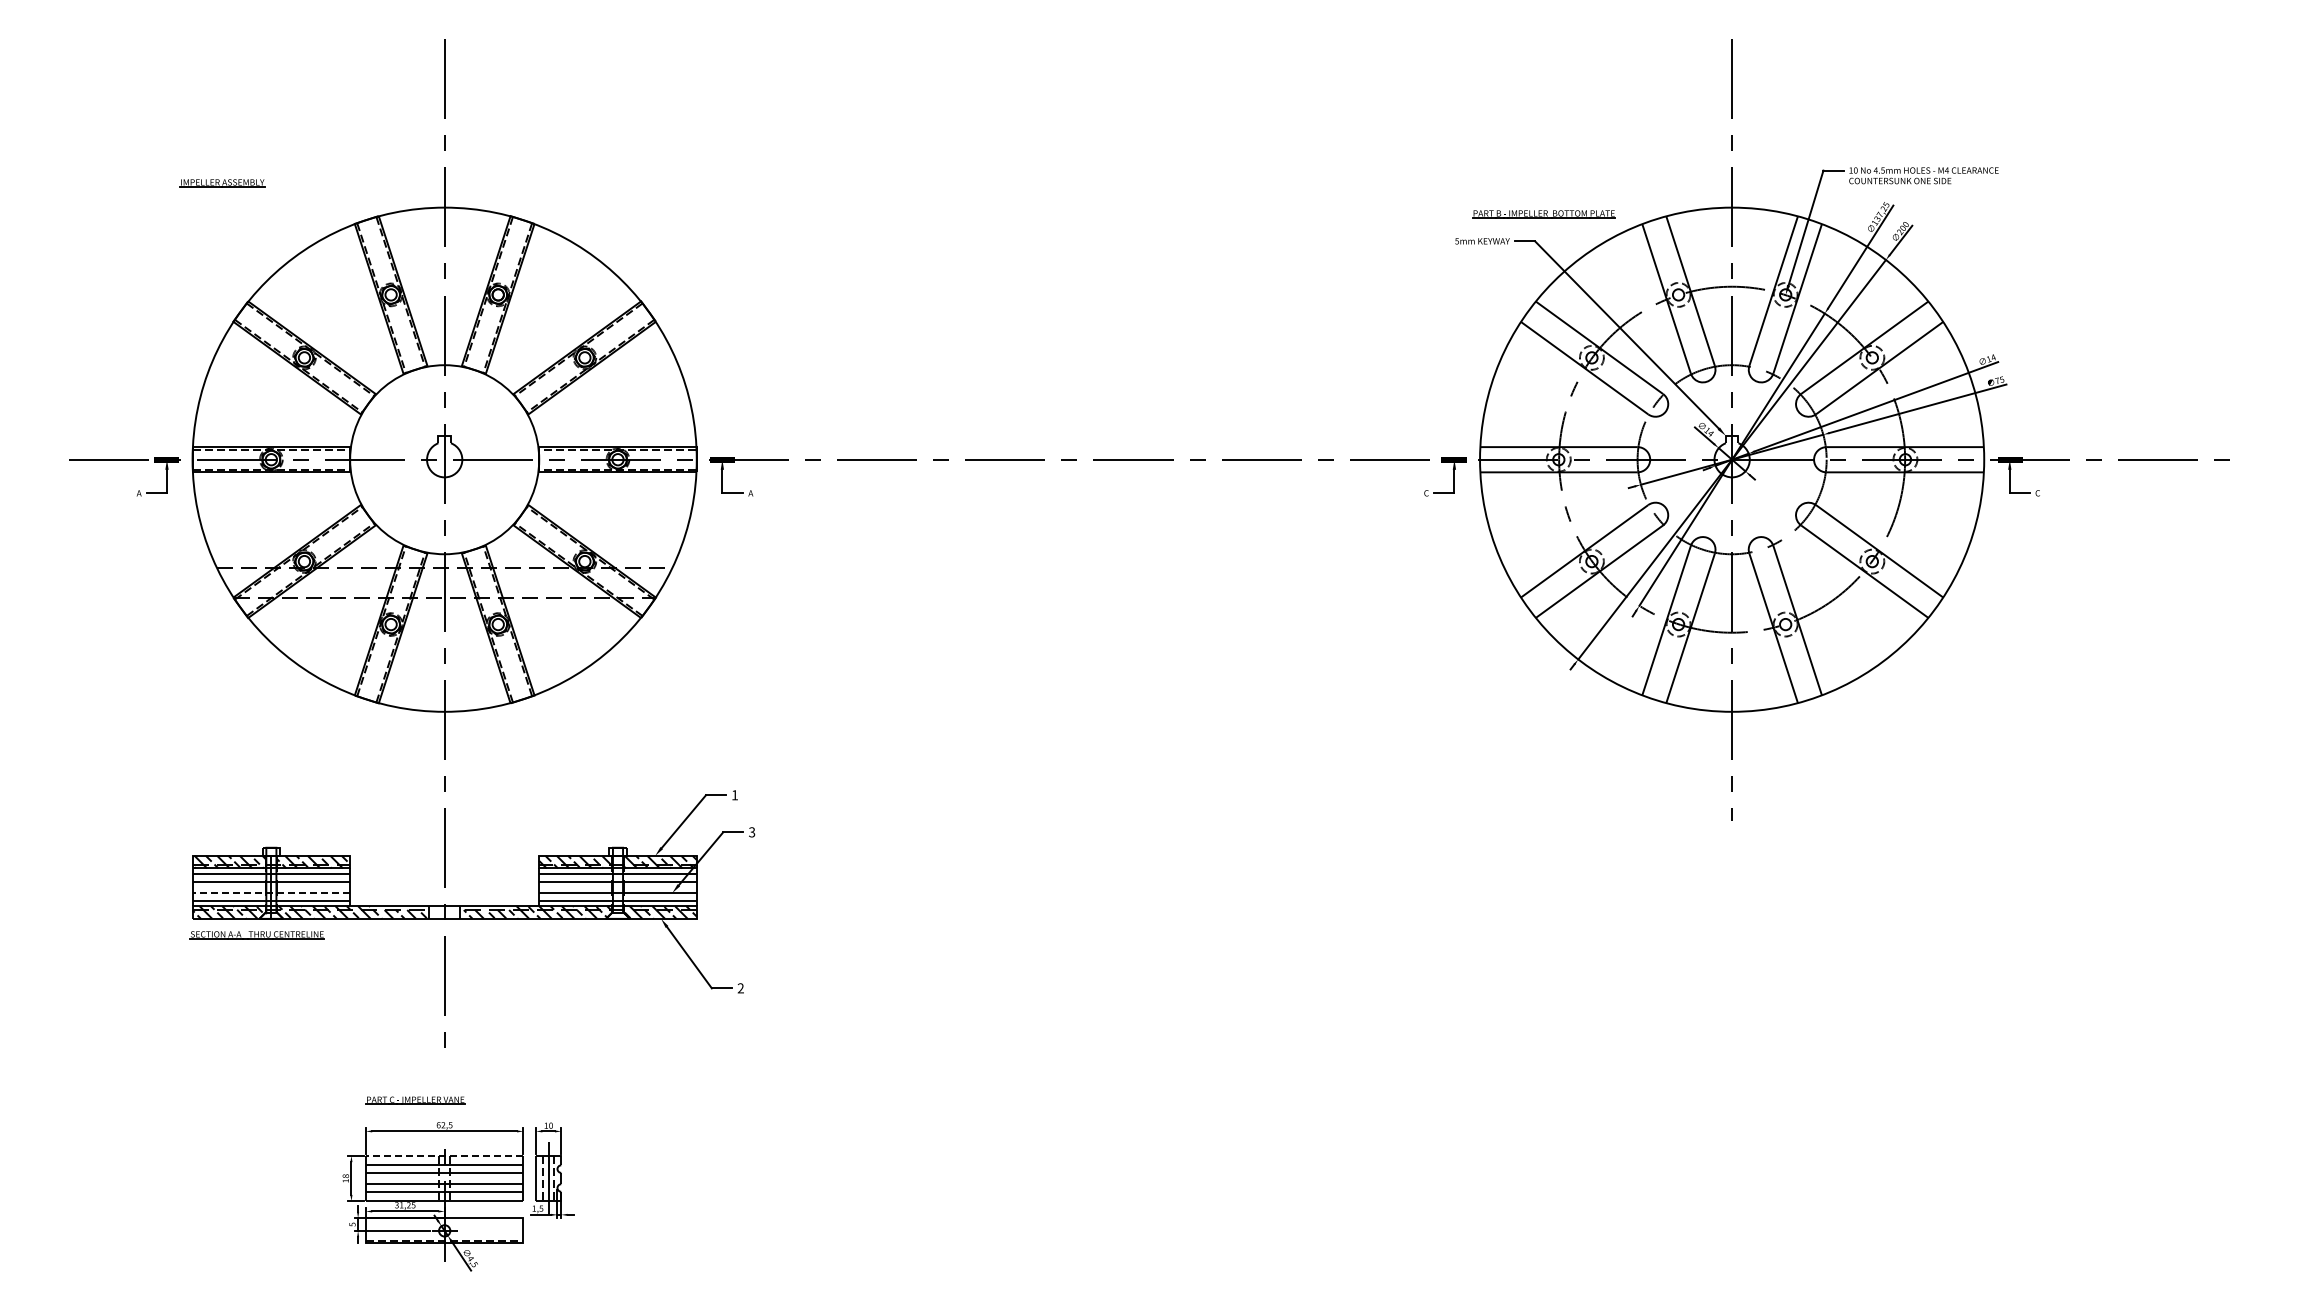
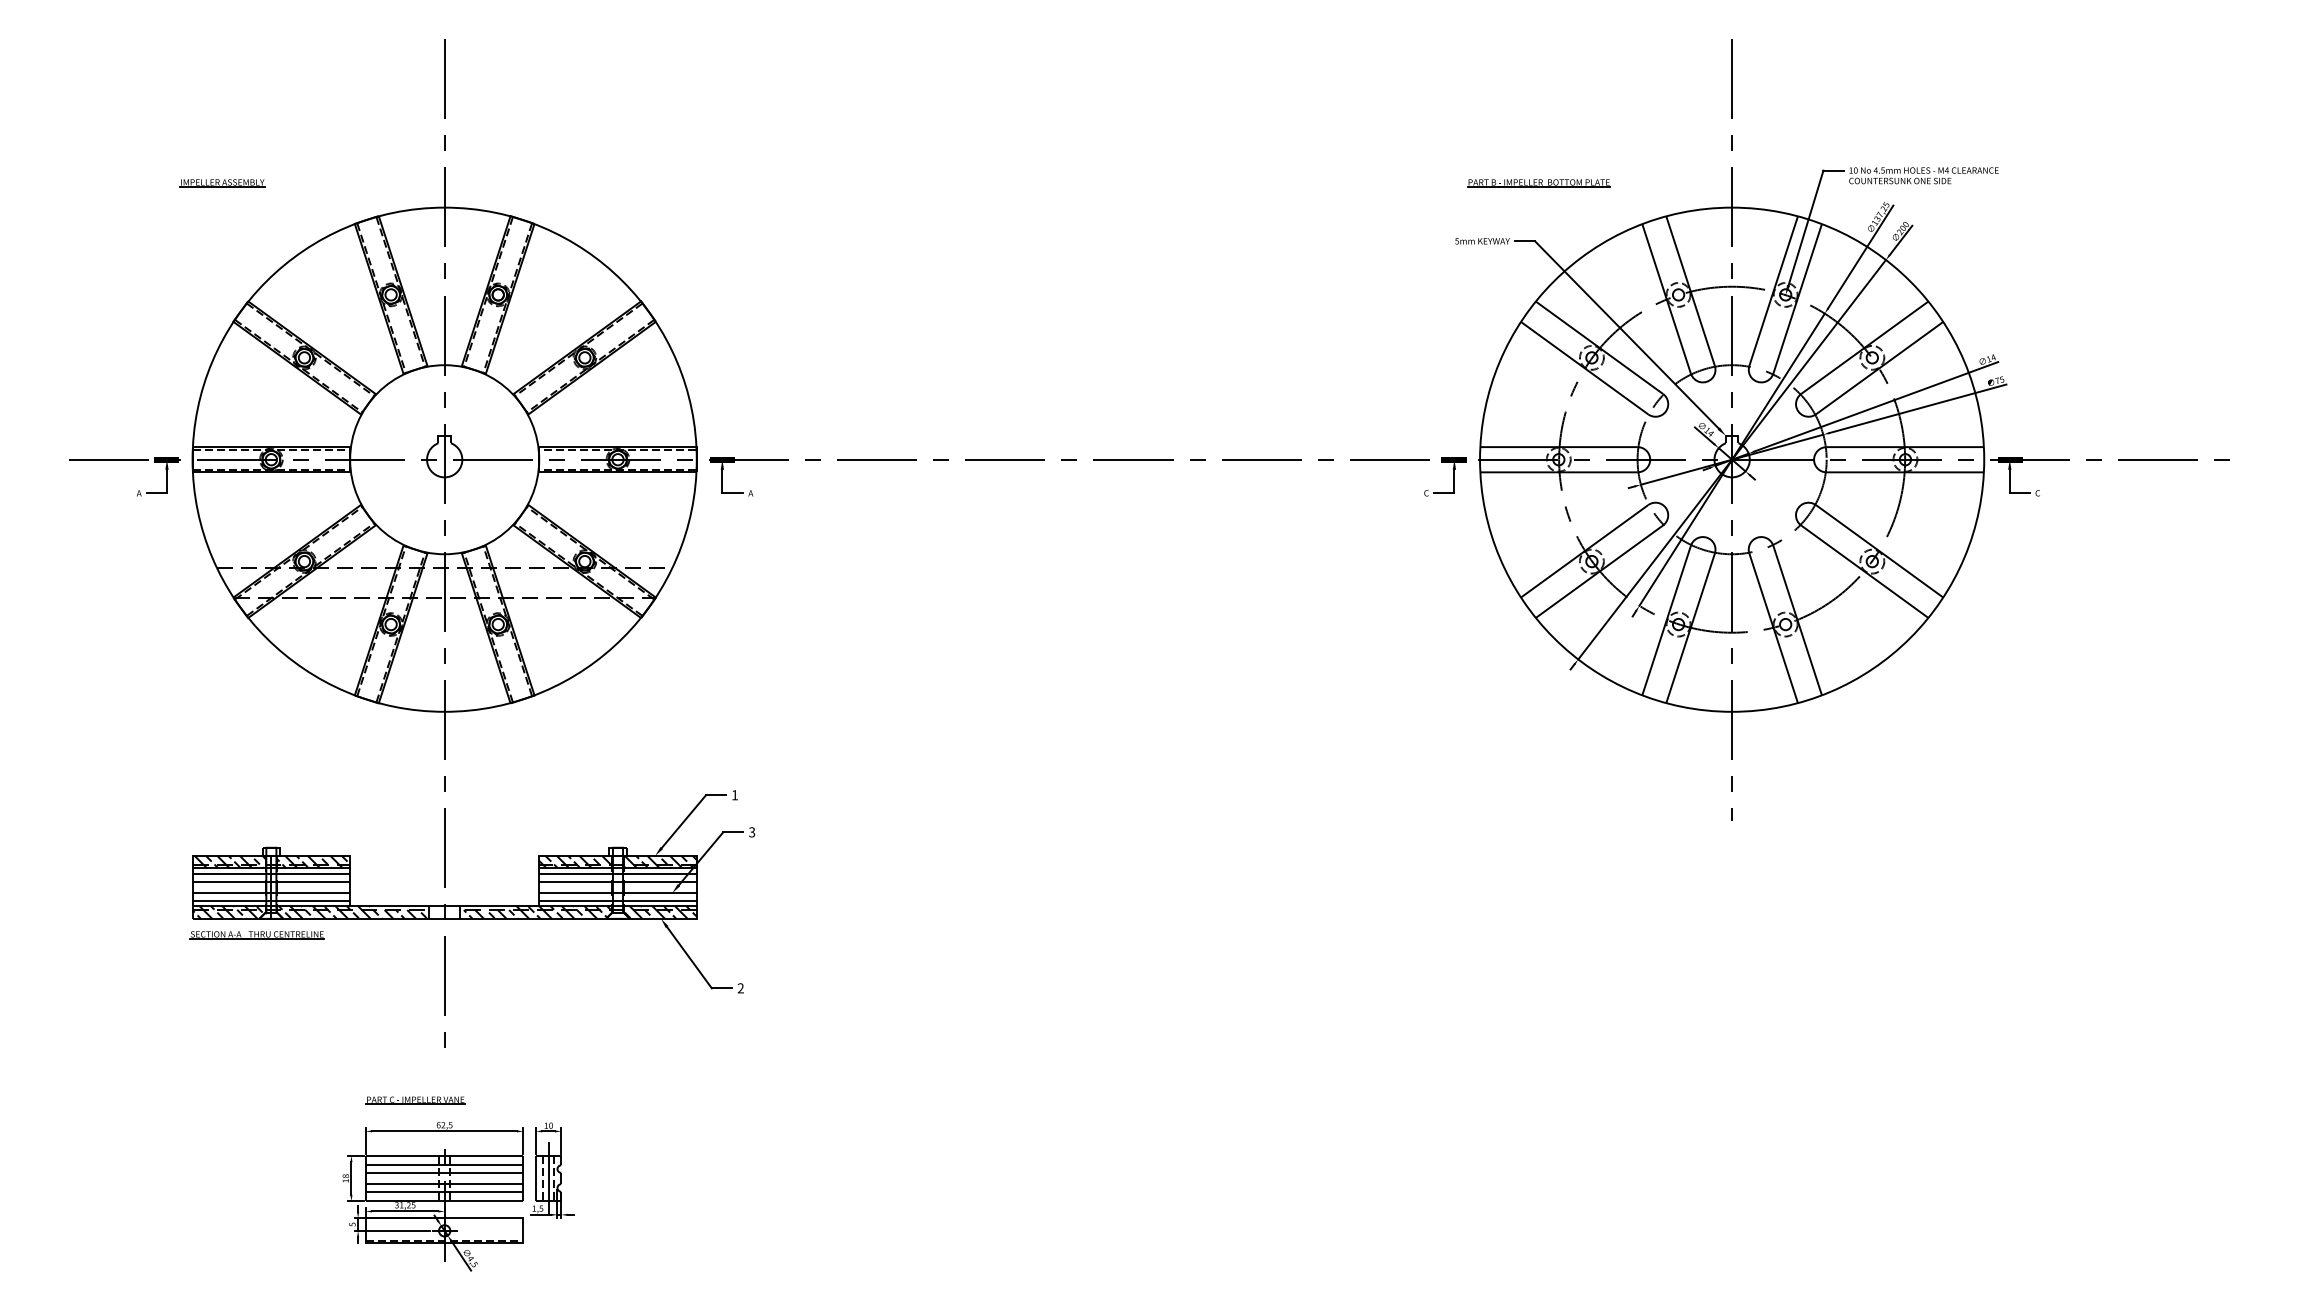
part at (1543, 214) position: (1543, 214) -> (1538, 183)
line at (271, 893): dashed -> solid
line at (444, 1155): dashed -> solid
